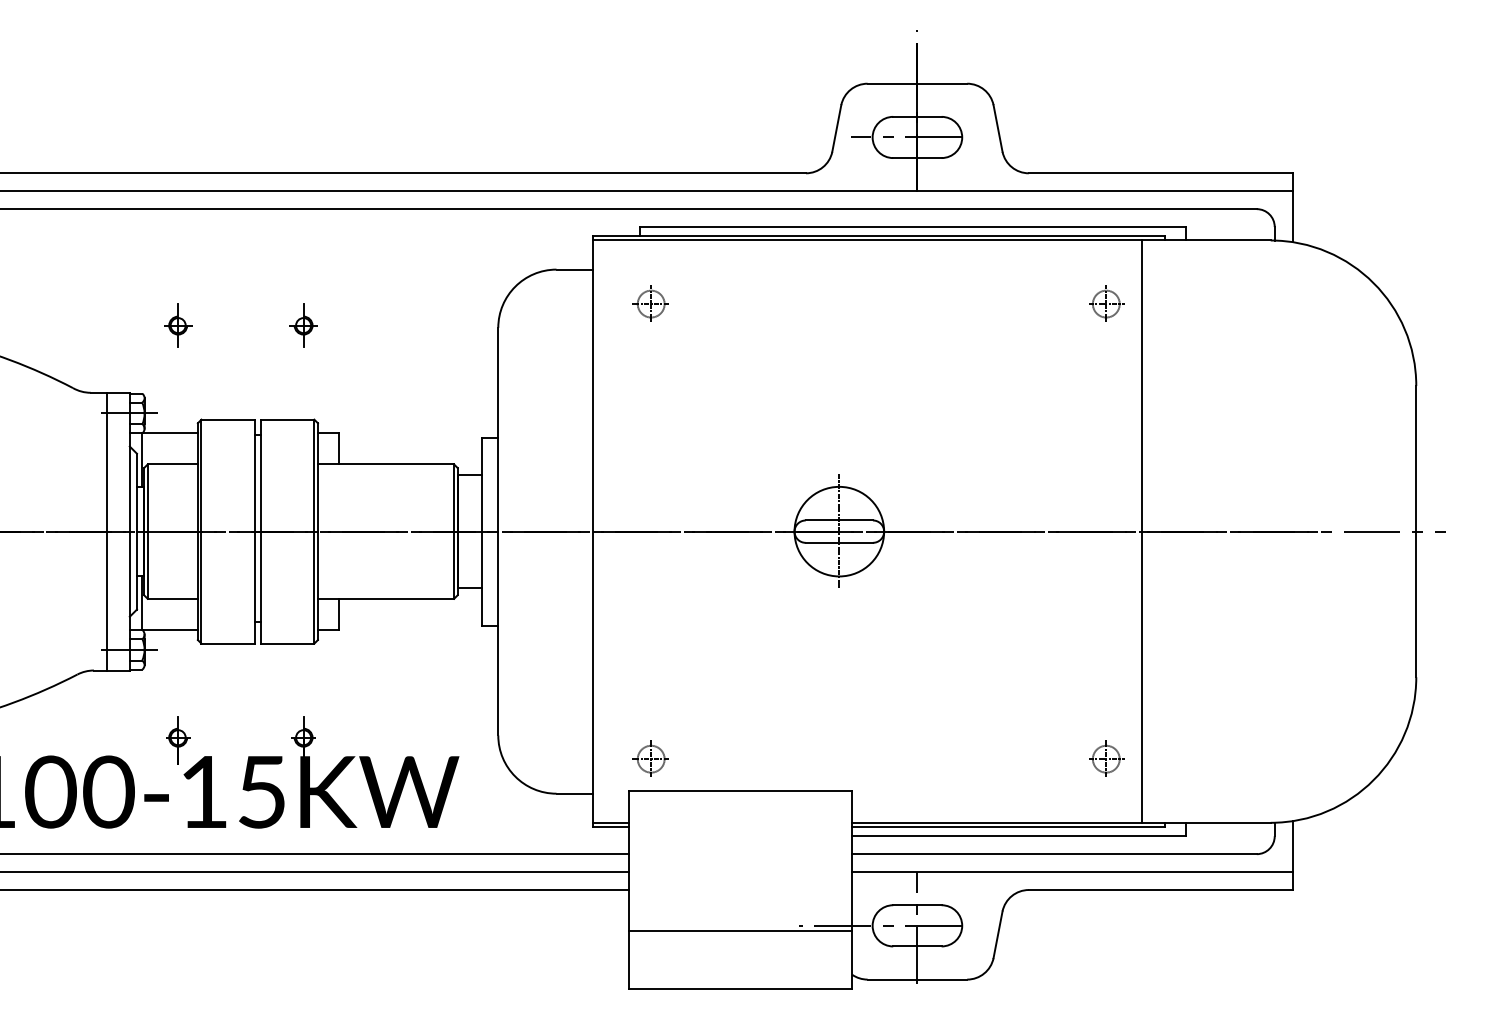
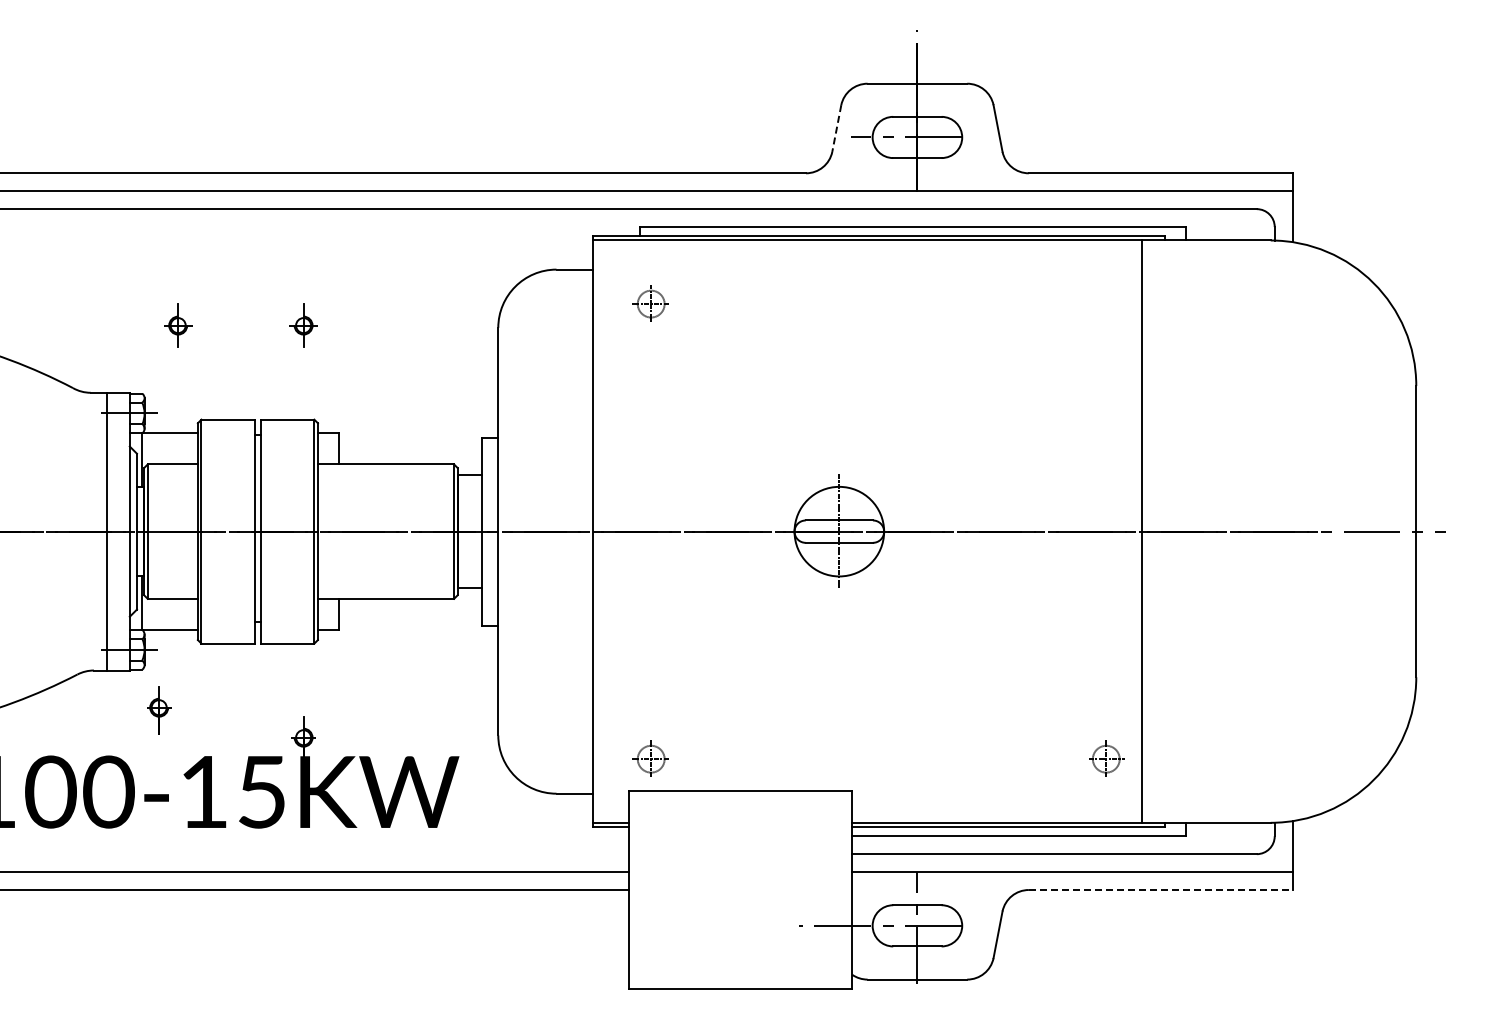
line at (836, 128): solid -> dashed
part at (1106, 303): present -> none
part at (178, 740) position: (178, 740) -> (159, 710)
line at (315, 854): present -> none
line at (1160, 890): solid -> dashed
line at (740, 930): present -> none
